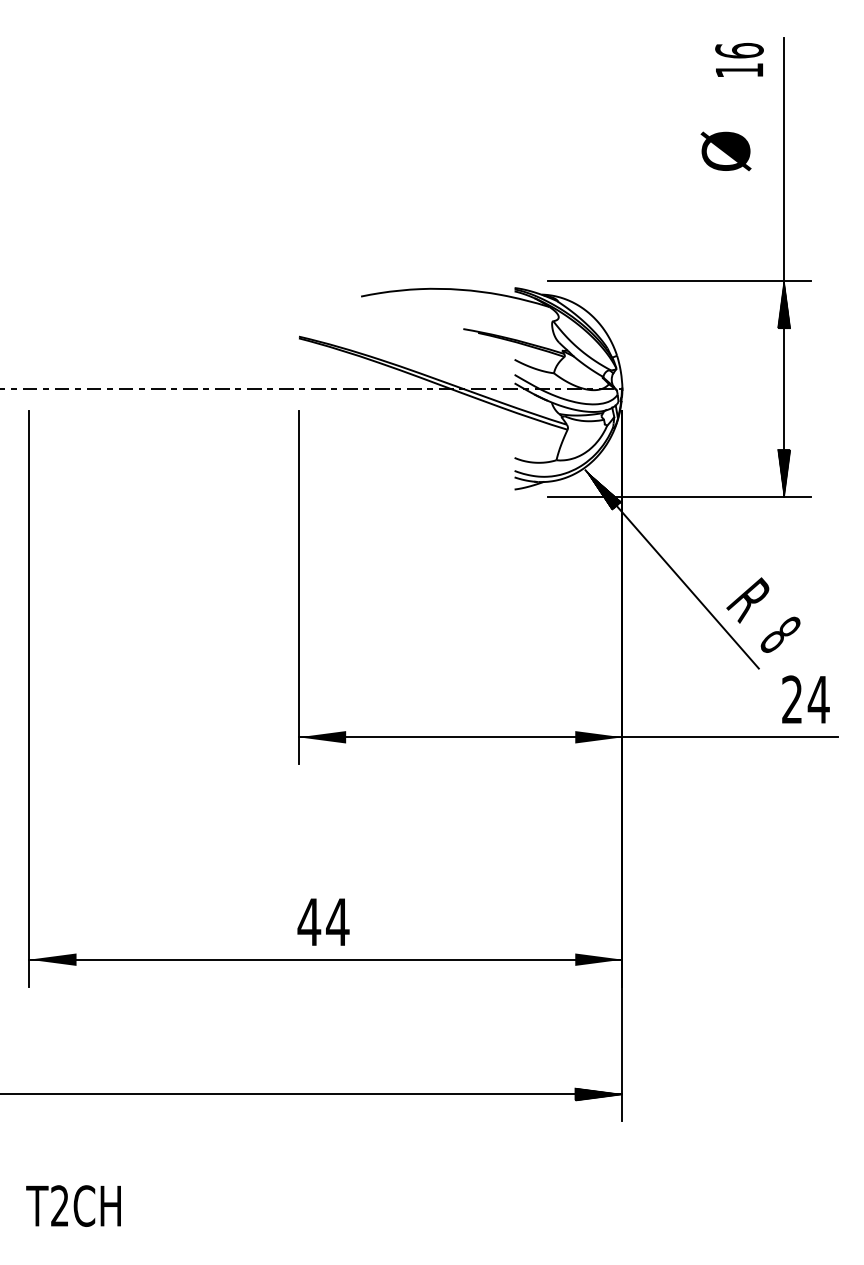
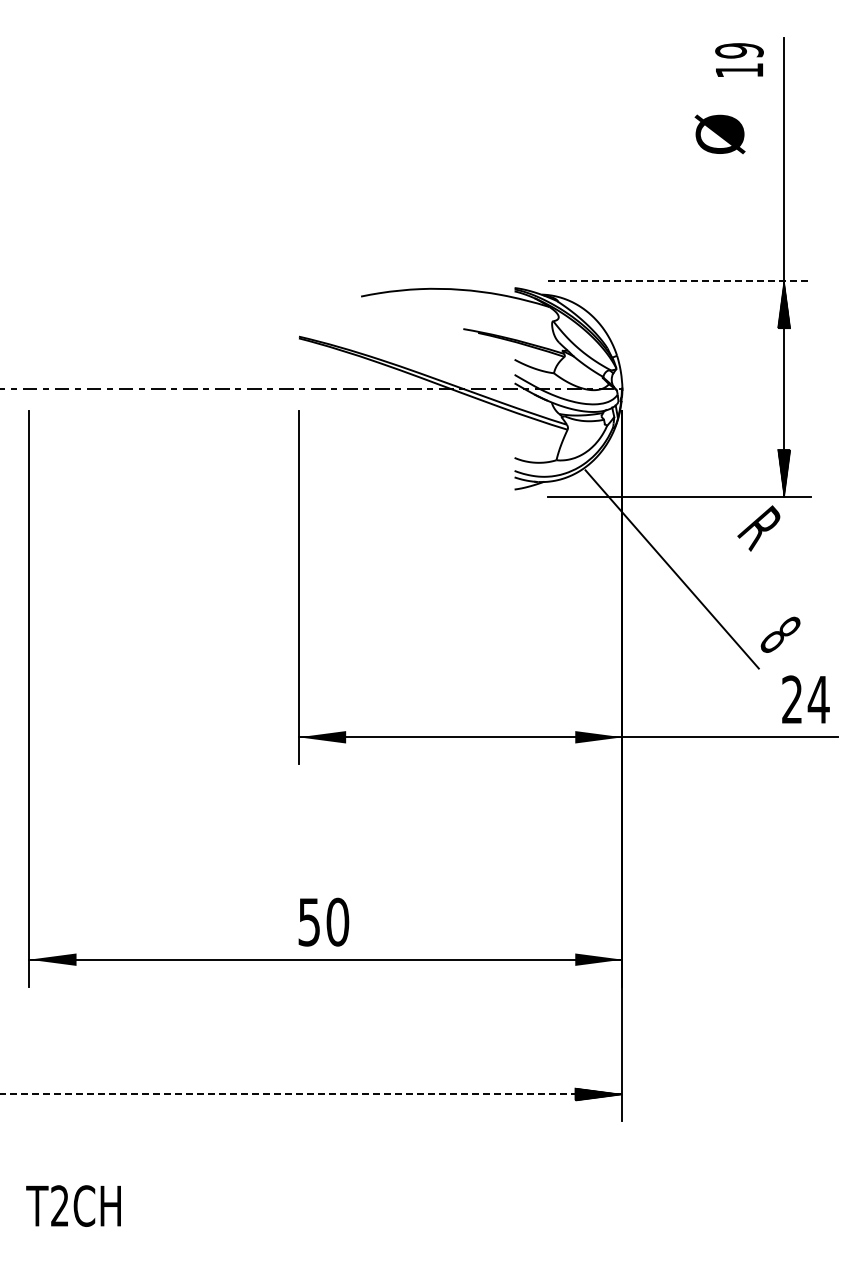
text at (739, 50): 16 -> 19
text at (725, 151) position: (725, 151) -> (719, 134)
line at (679, 281): solid -> dashed
hatch at (603, 489): present -> none
text at (747, 600) position: (747, 600) -> (758, 528)
text at (323, 921): 44 -> 50
line at (311, 1094): solid -> dashed
